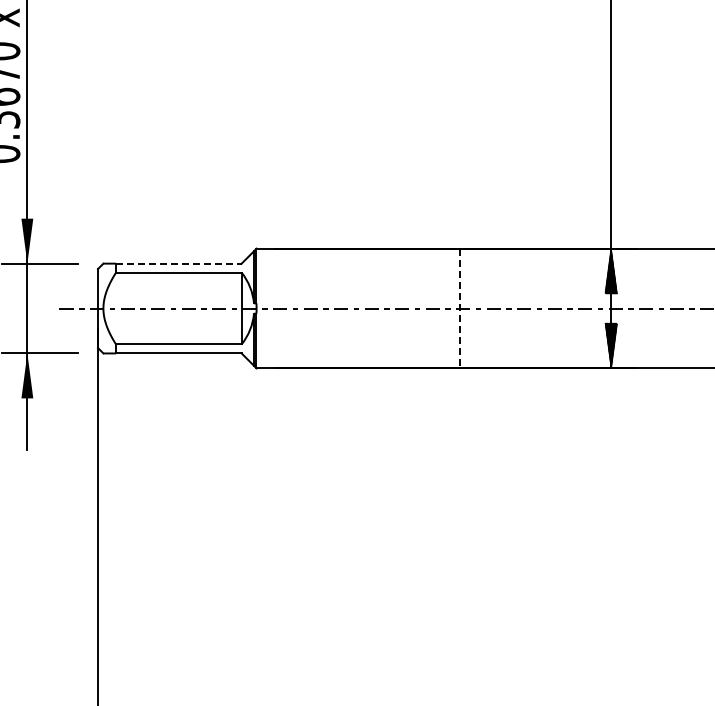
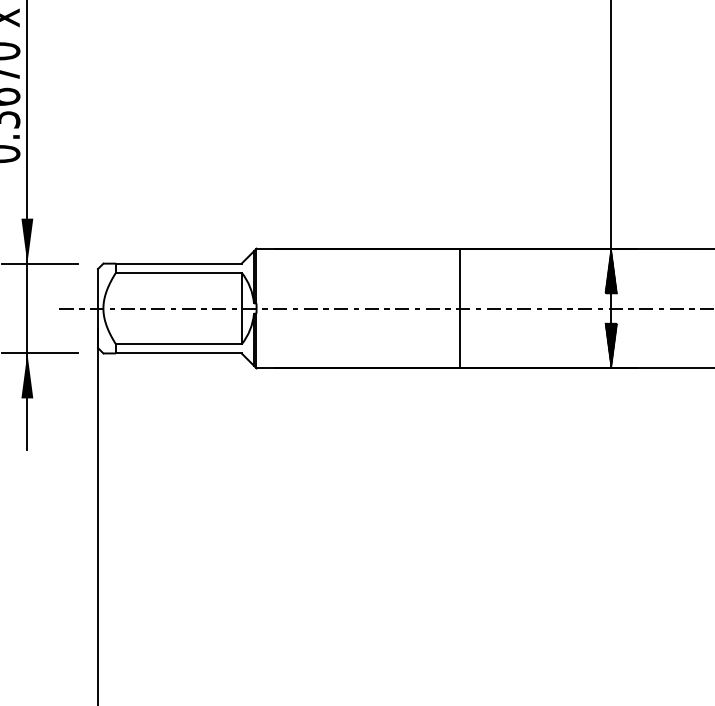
line at (178, 263): dashed -> solid
line at (460, 308): dashed -> solid
